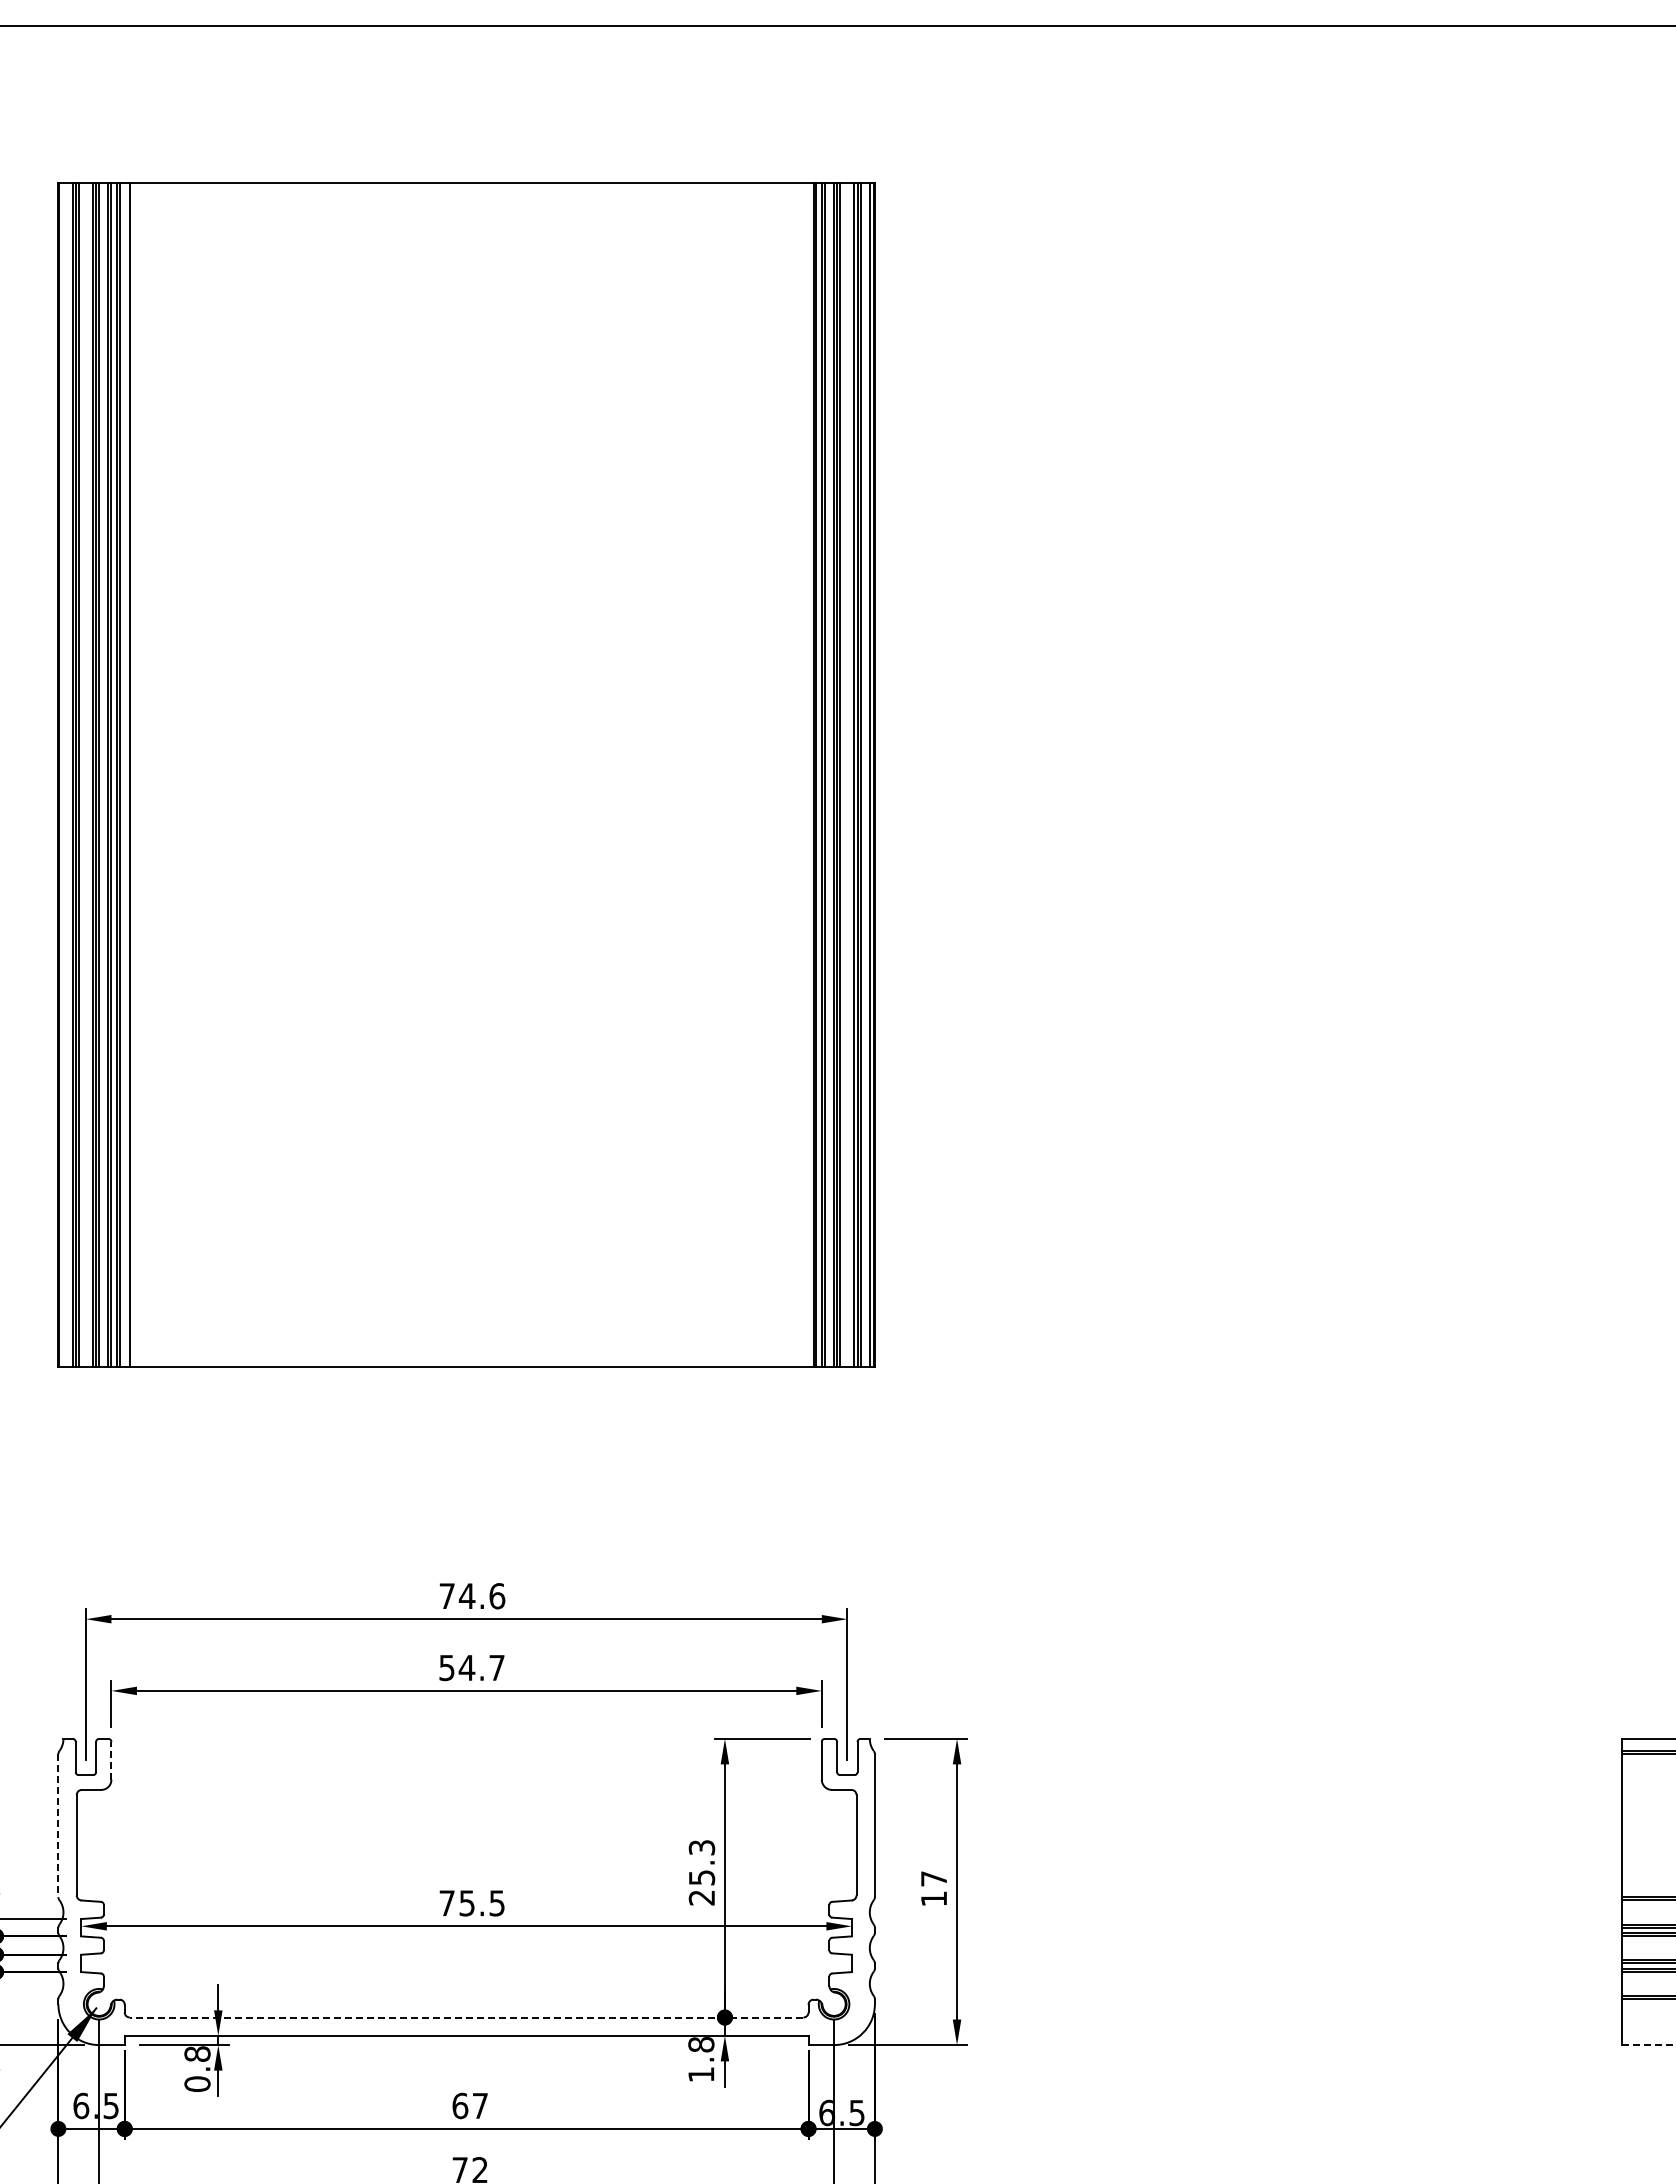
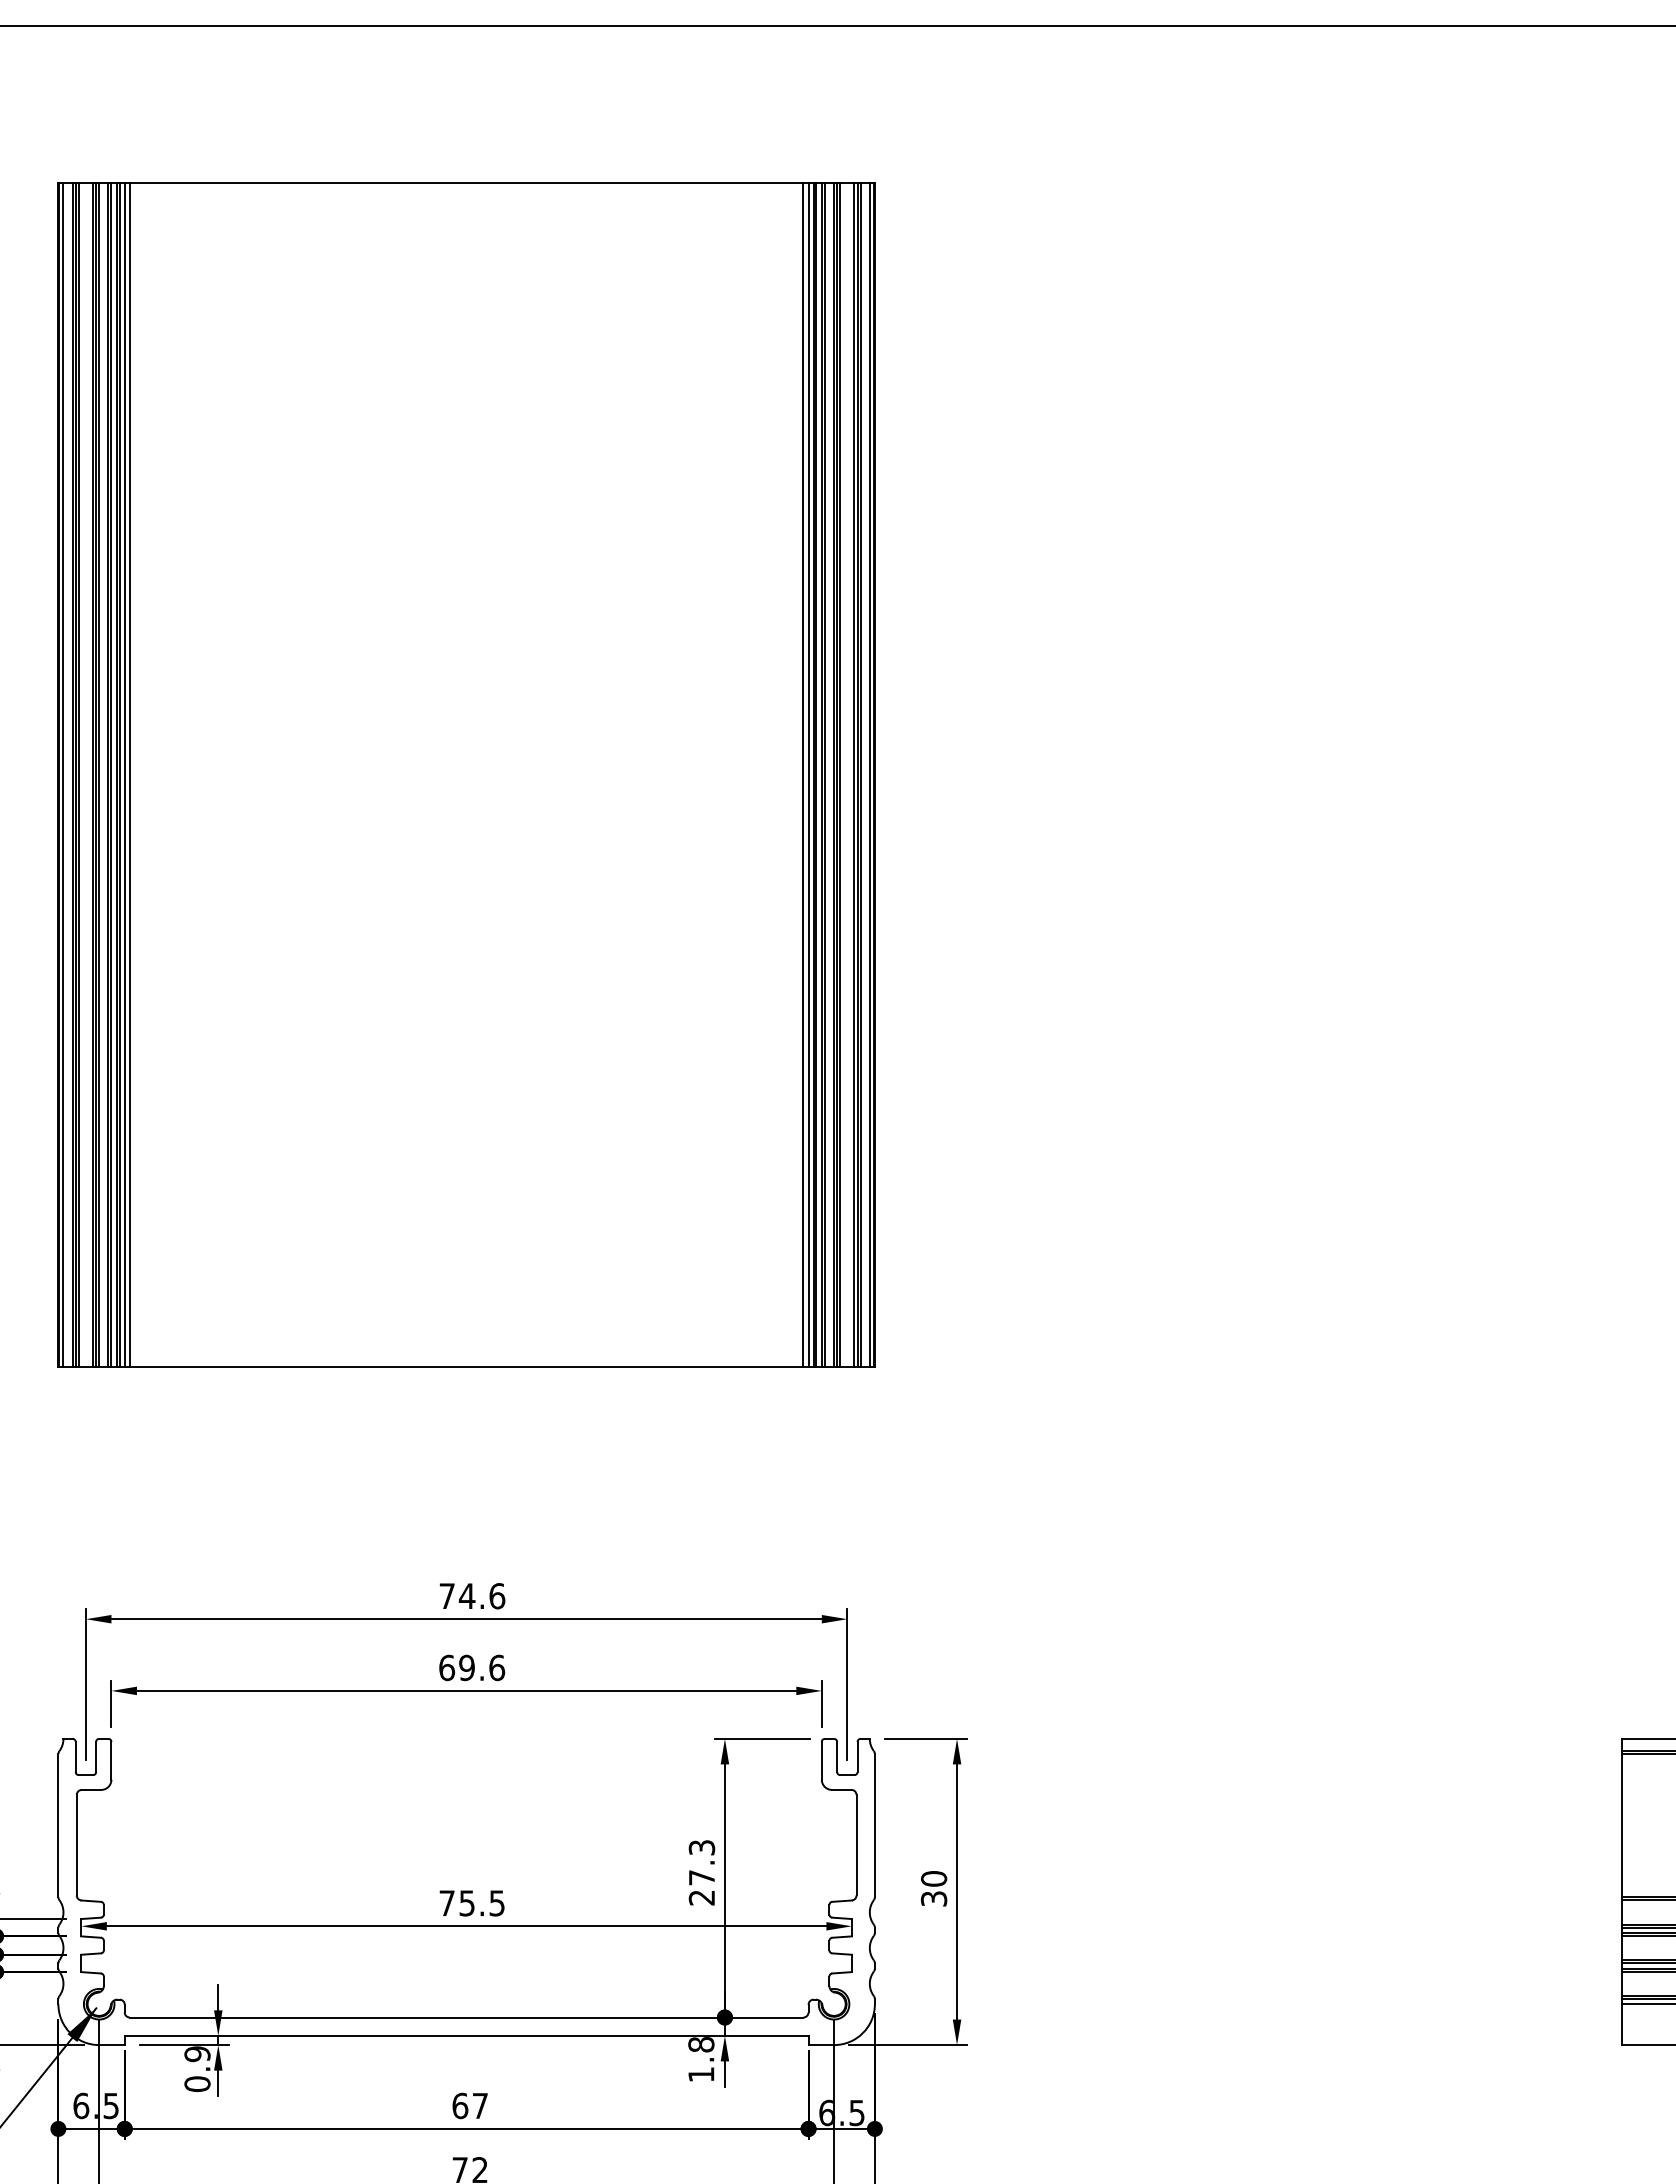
line at (63, 775): none -> present
line at (124, 775): none -> present
line at (803, 775): none -> present
line at (808, 775): none -> present
text at (472, 1667): 54.7 -> 69.6
line at (111, 1760): dashed -> solid
line at (58, 1826): dashed -> solid
text at (702, 1877): 25.3 -> 27.3
text at (933, 1888): 17 -> 30
line at (1647, 2004): none -> present
line at (466, 2017): dashed -> solid
line at (1649, 2045): dashed -> solid
text at (197, 2054): 0.8 -> 0.9
